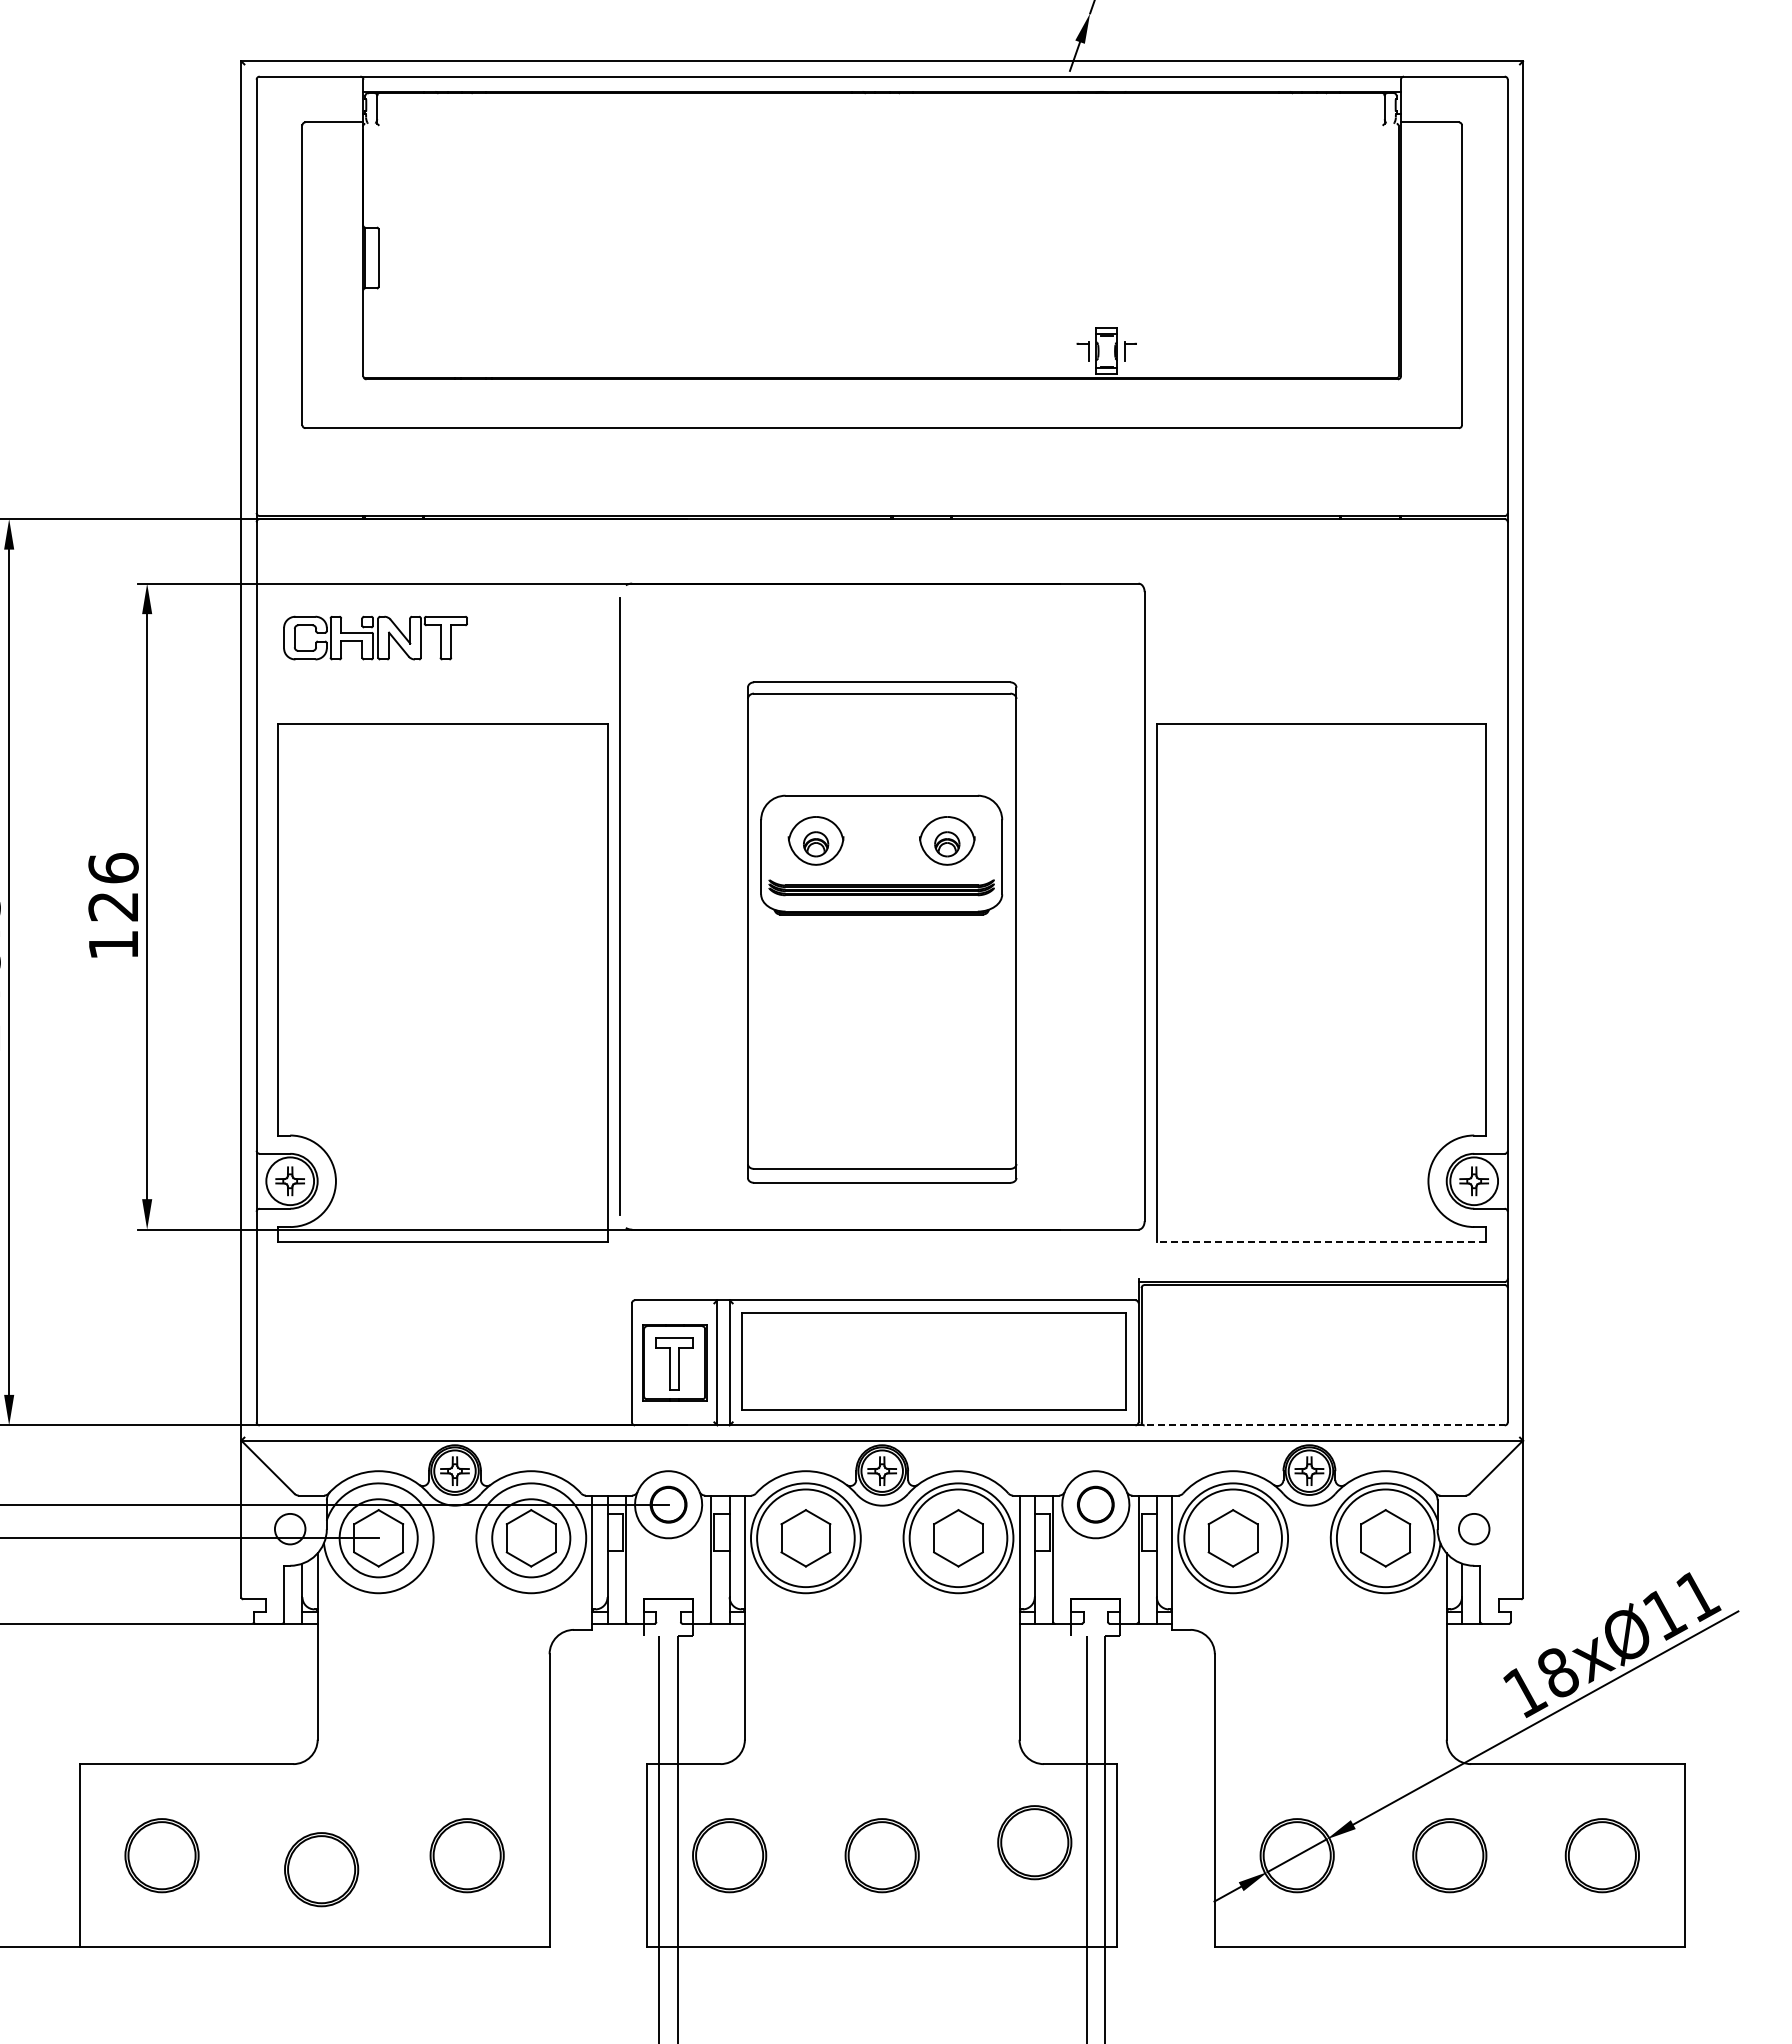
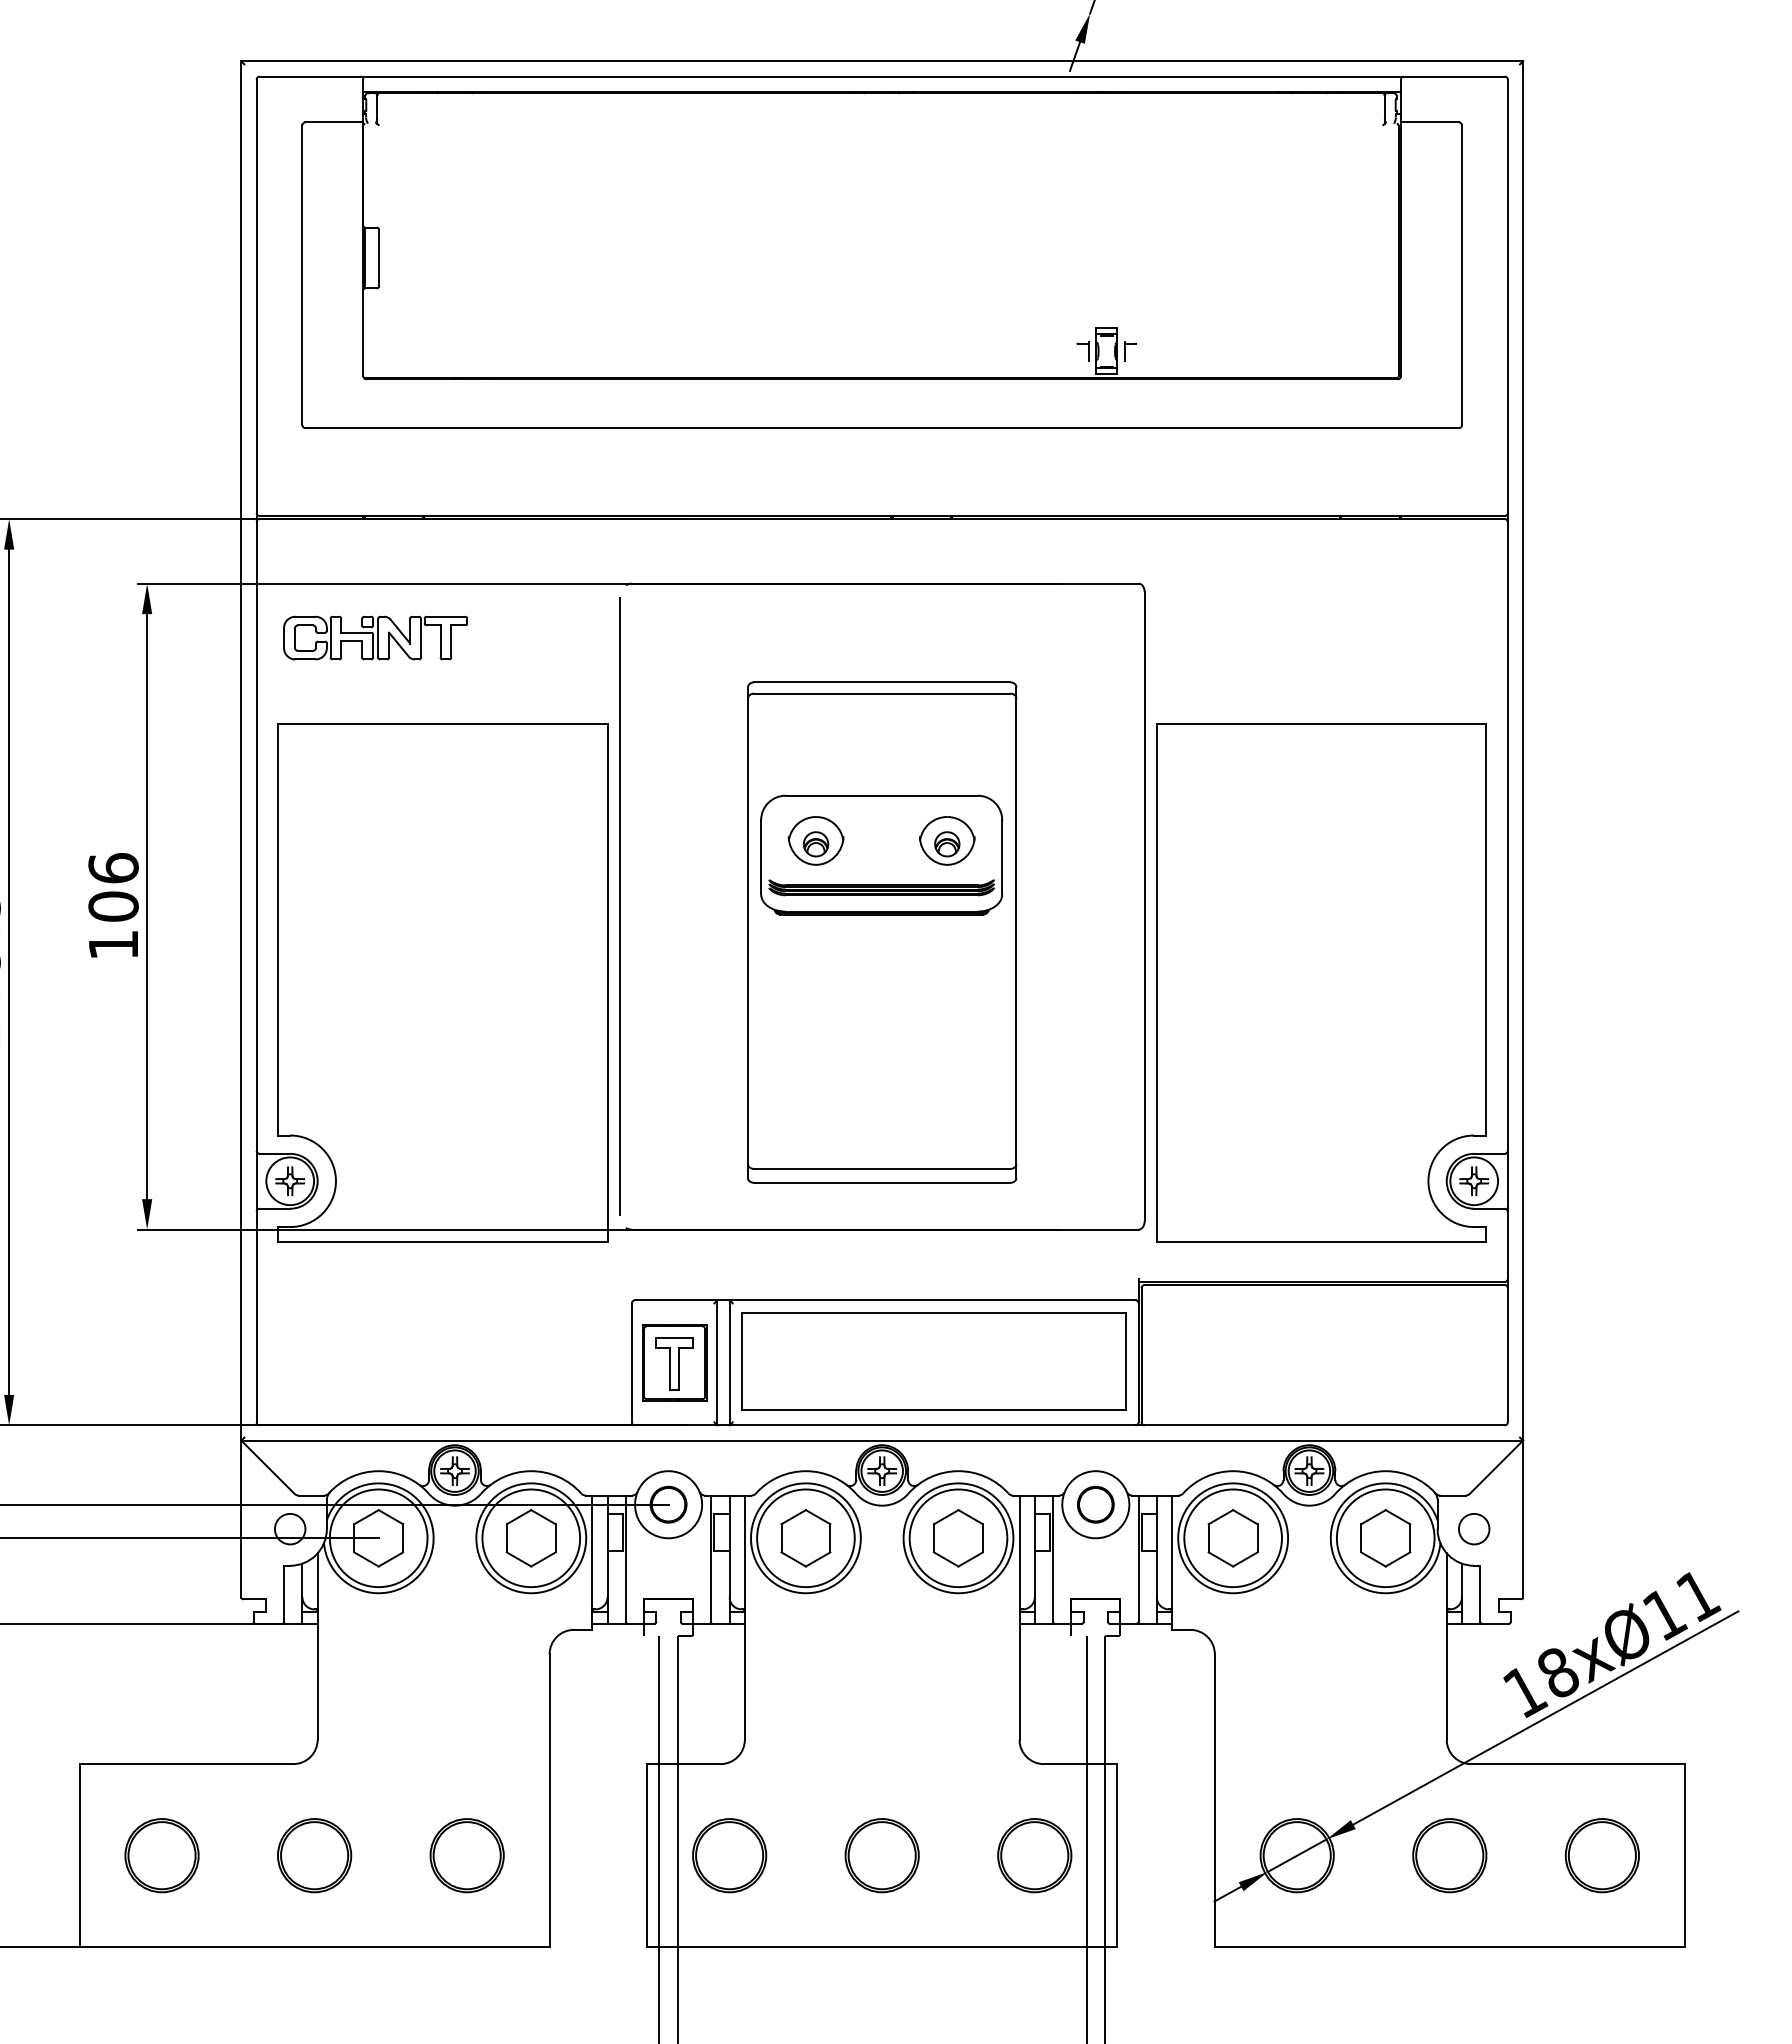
text at (113, 906): 126 -> 106
line at (1321, 1242): dashed -> solid
line at (1320, 1425): dashed -> solid
circle at (378, 1538) diameter: 78 px -> 98 px
circle at (531, 1538) diameter: 78 px -> 98 px
part at (1034, 1842) position: (1034, 1842) -> (1034, 1855)
part at (321, 1869) position: (321, 1869) -> (314, 1855)
